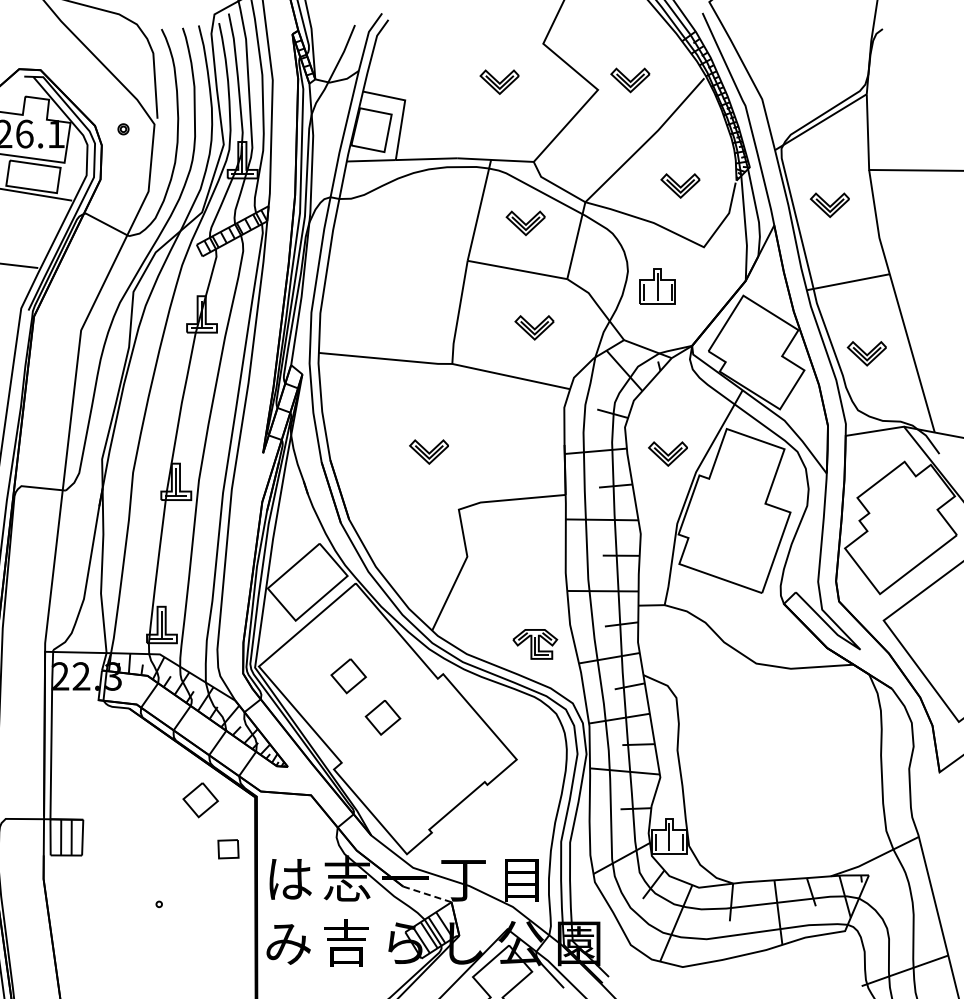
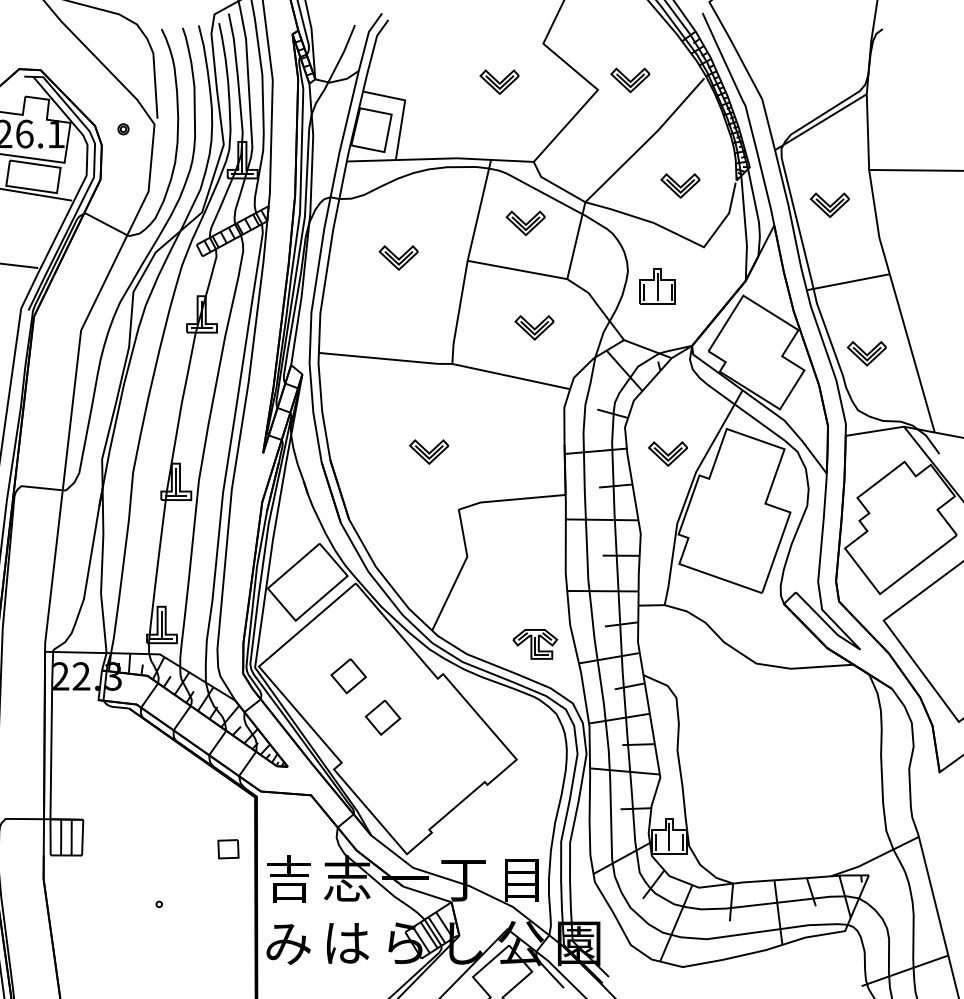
part at (398, 257): none -> present
part at (200, 800): present -> none
text at (289, 878): は -> 吉
line at (426, 894): dashed -> solid
text at (346, 942): 吉 -> は
